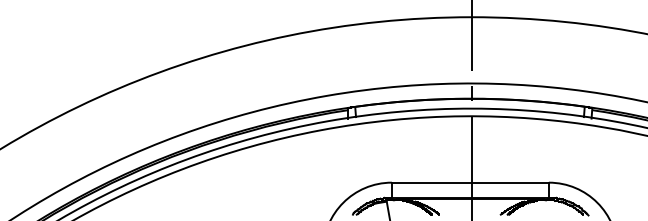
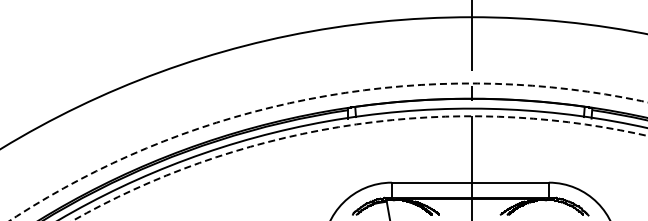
arc at (316, 97): solid -> dashed
arc at (351, 125): solid -> dashed
